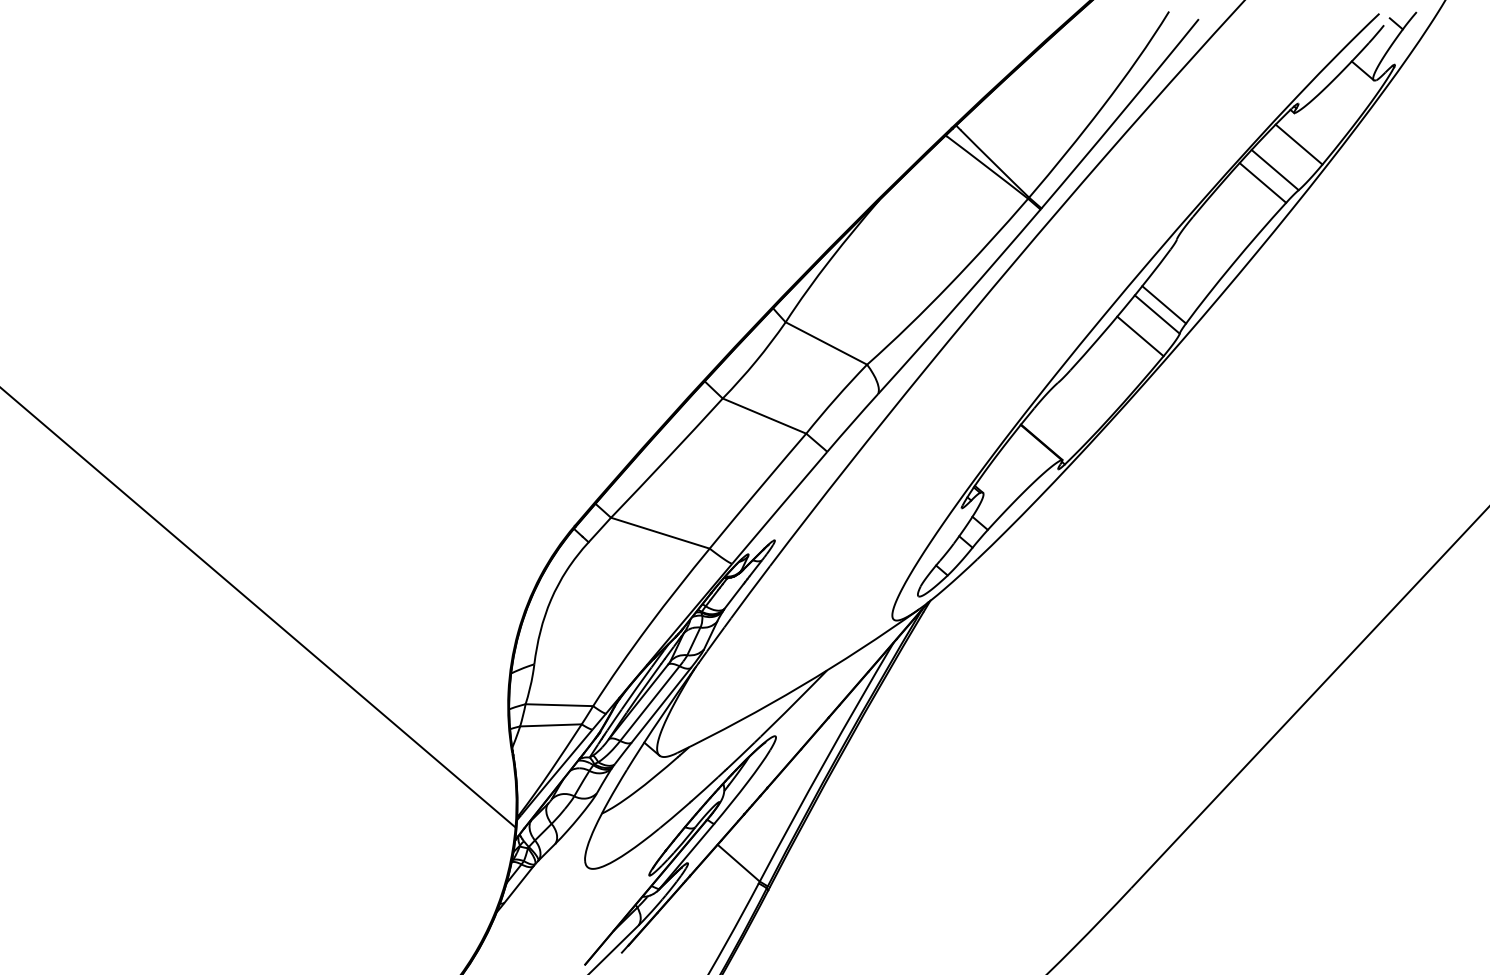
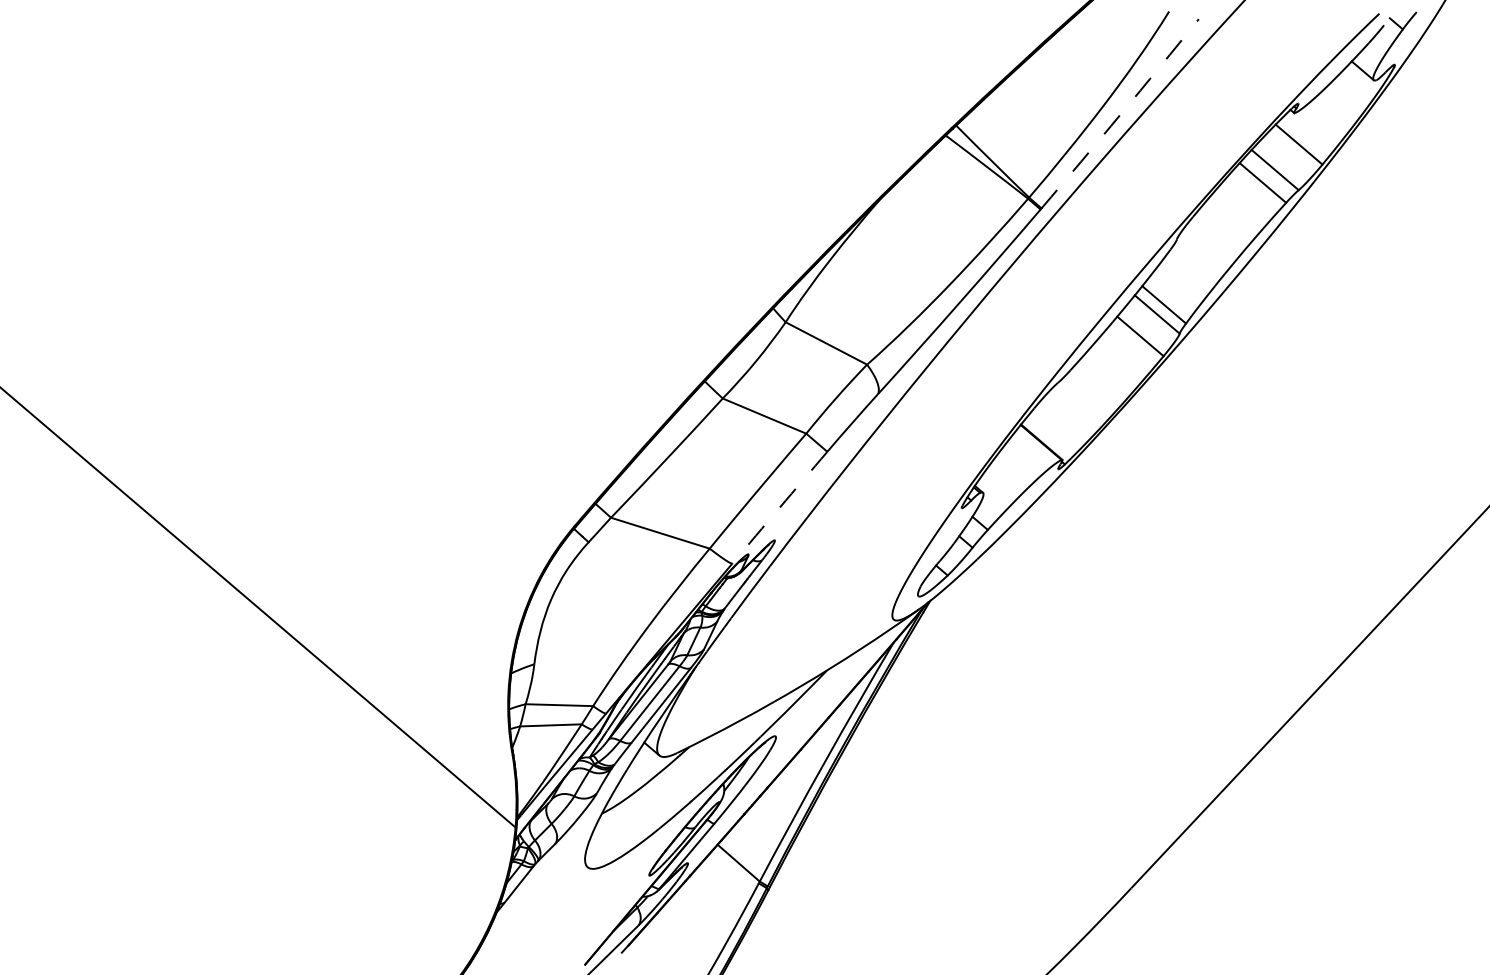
arc at (1120, 114): solid -> dashed
arc at (779, 507): solid -> dashed
